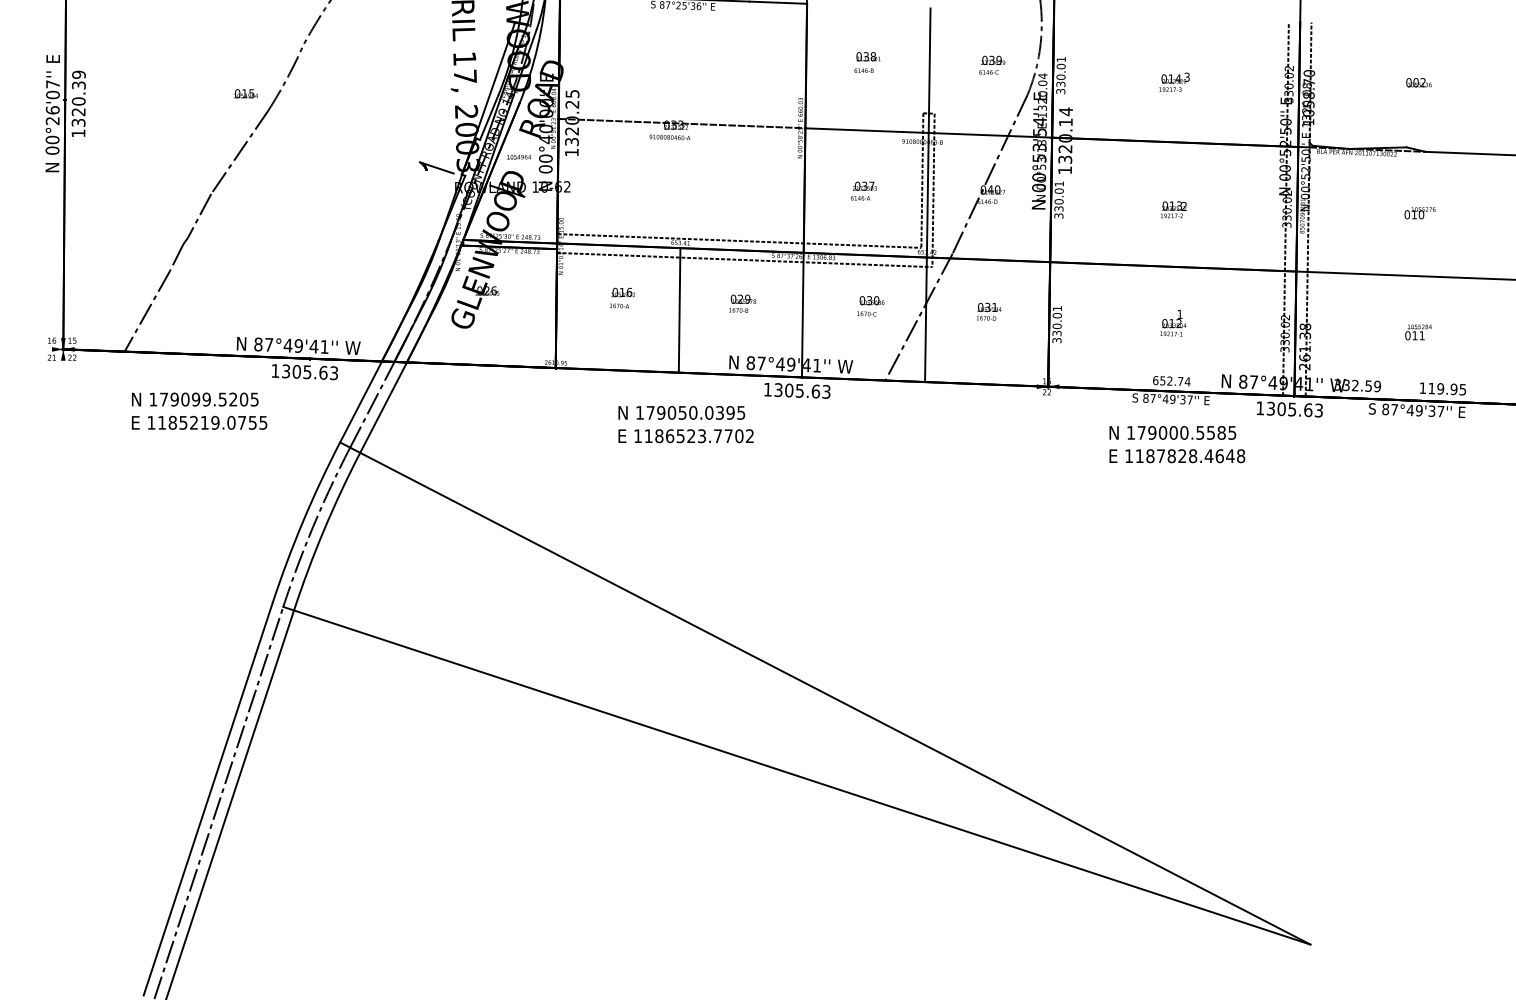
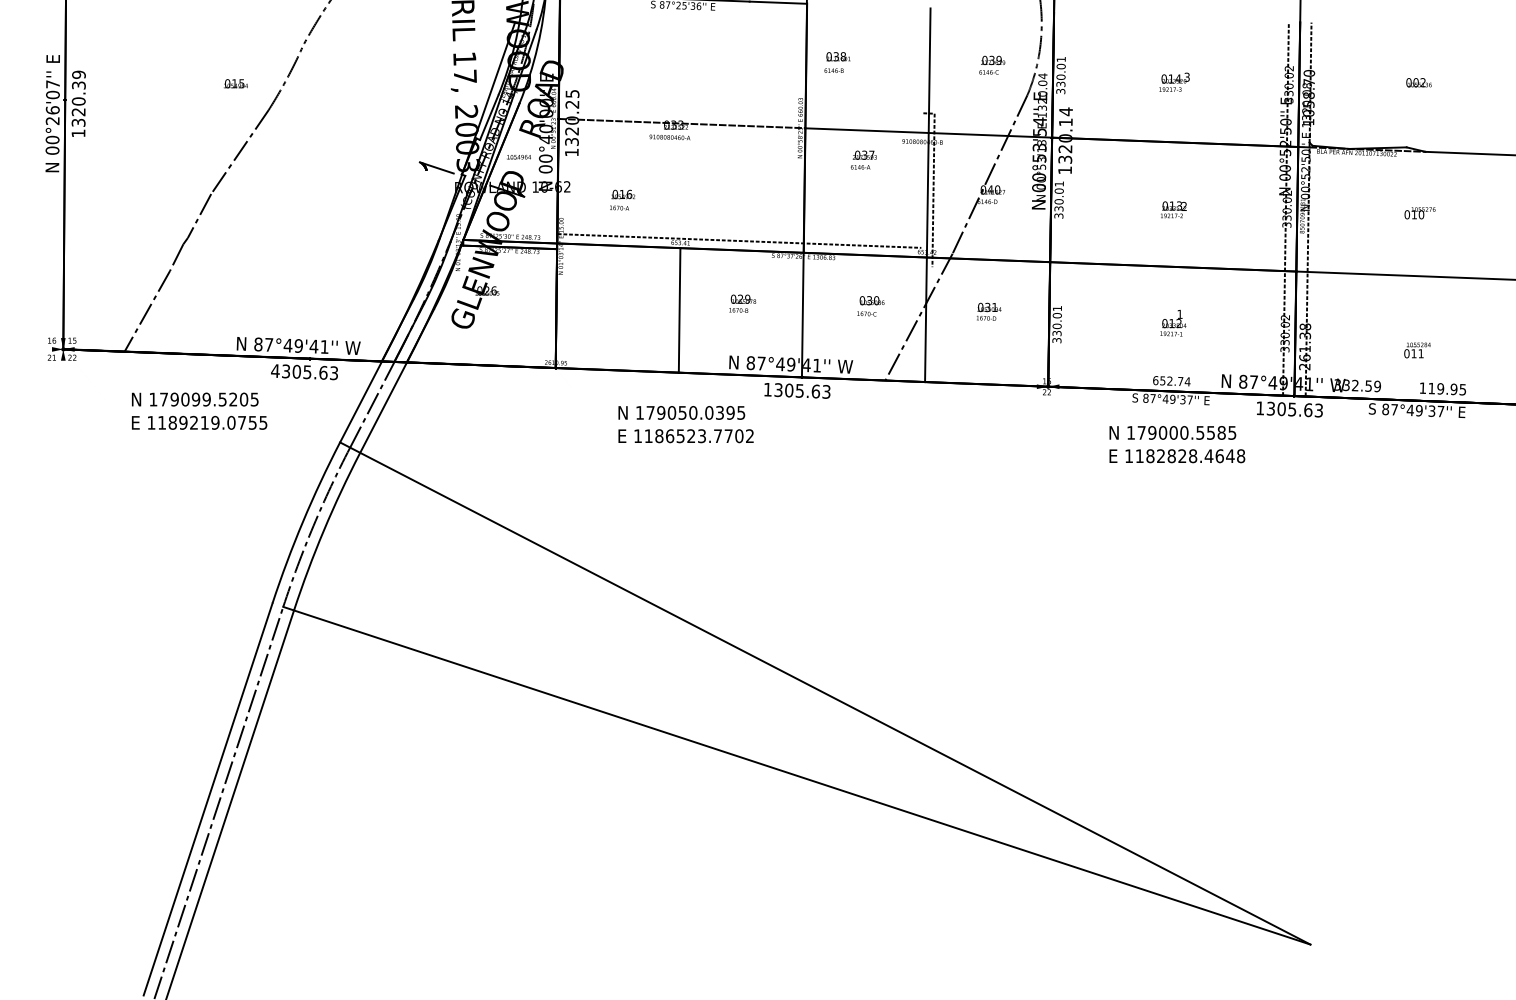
text at (867, 62) position: (867, 62) -> (837, 62)
text at (245, 93) position: (245, 93) -> (235, 83)
line at (922, 180): present -> none
text at (863, 190) position: (863, 190) -> (863, 159)
line at (744, 259): present -> none
text at (622, 297) position: (622, 297) -> (622, 199)
text at (1418, 332) position: (1418, 332) -> (1417, 350)
text at (275, 370): 1305.63 -> 4305.63
text at (183, 422): 1185219.0755 -> 1189219.0755
text at (1160, 455): 1187828.4648 -> 1182828.4648
